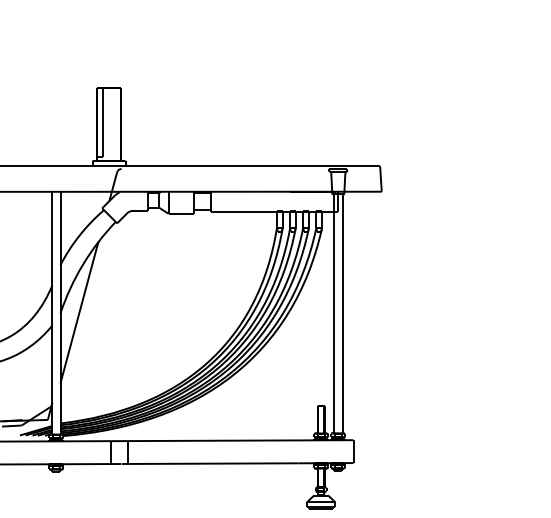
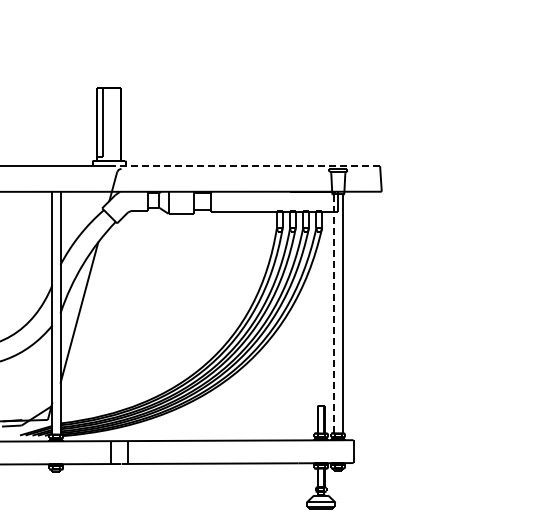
line at (247, 166): solid -> dashed
line at (334, 313): solid -> dashed
